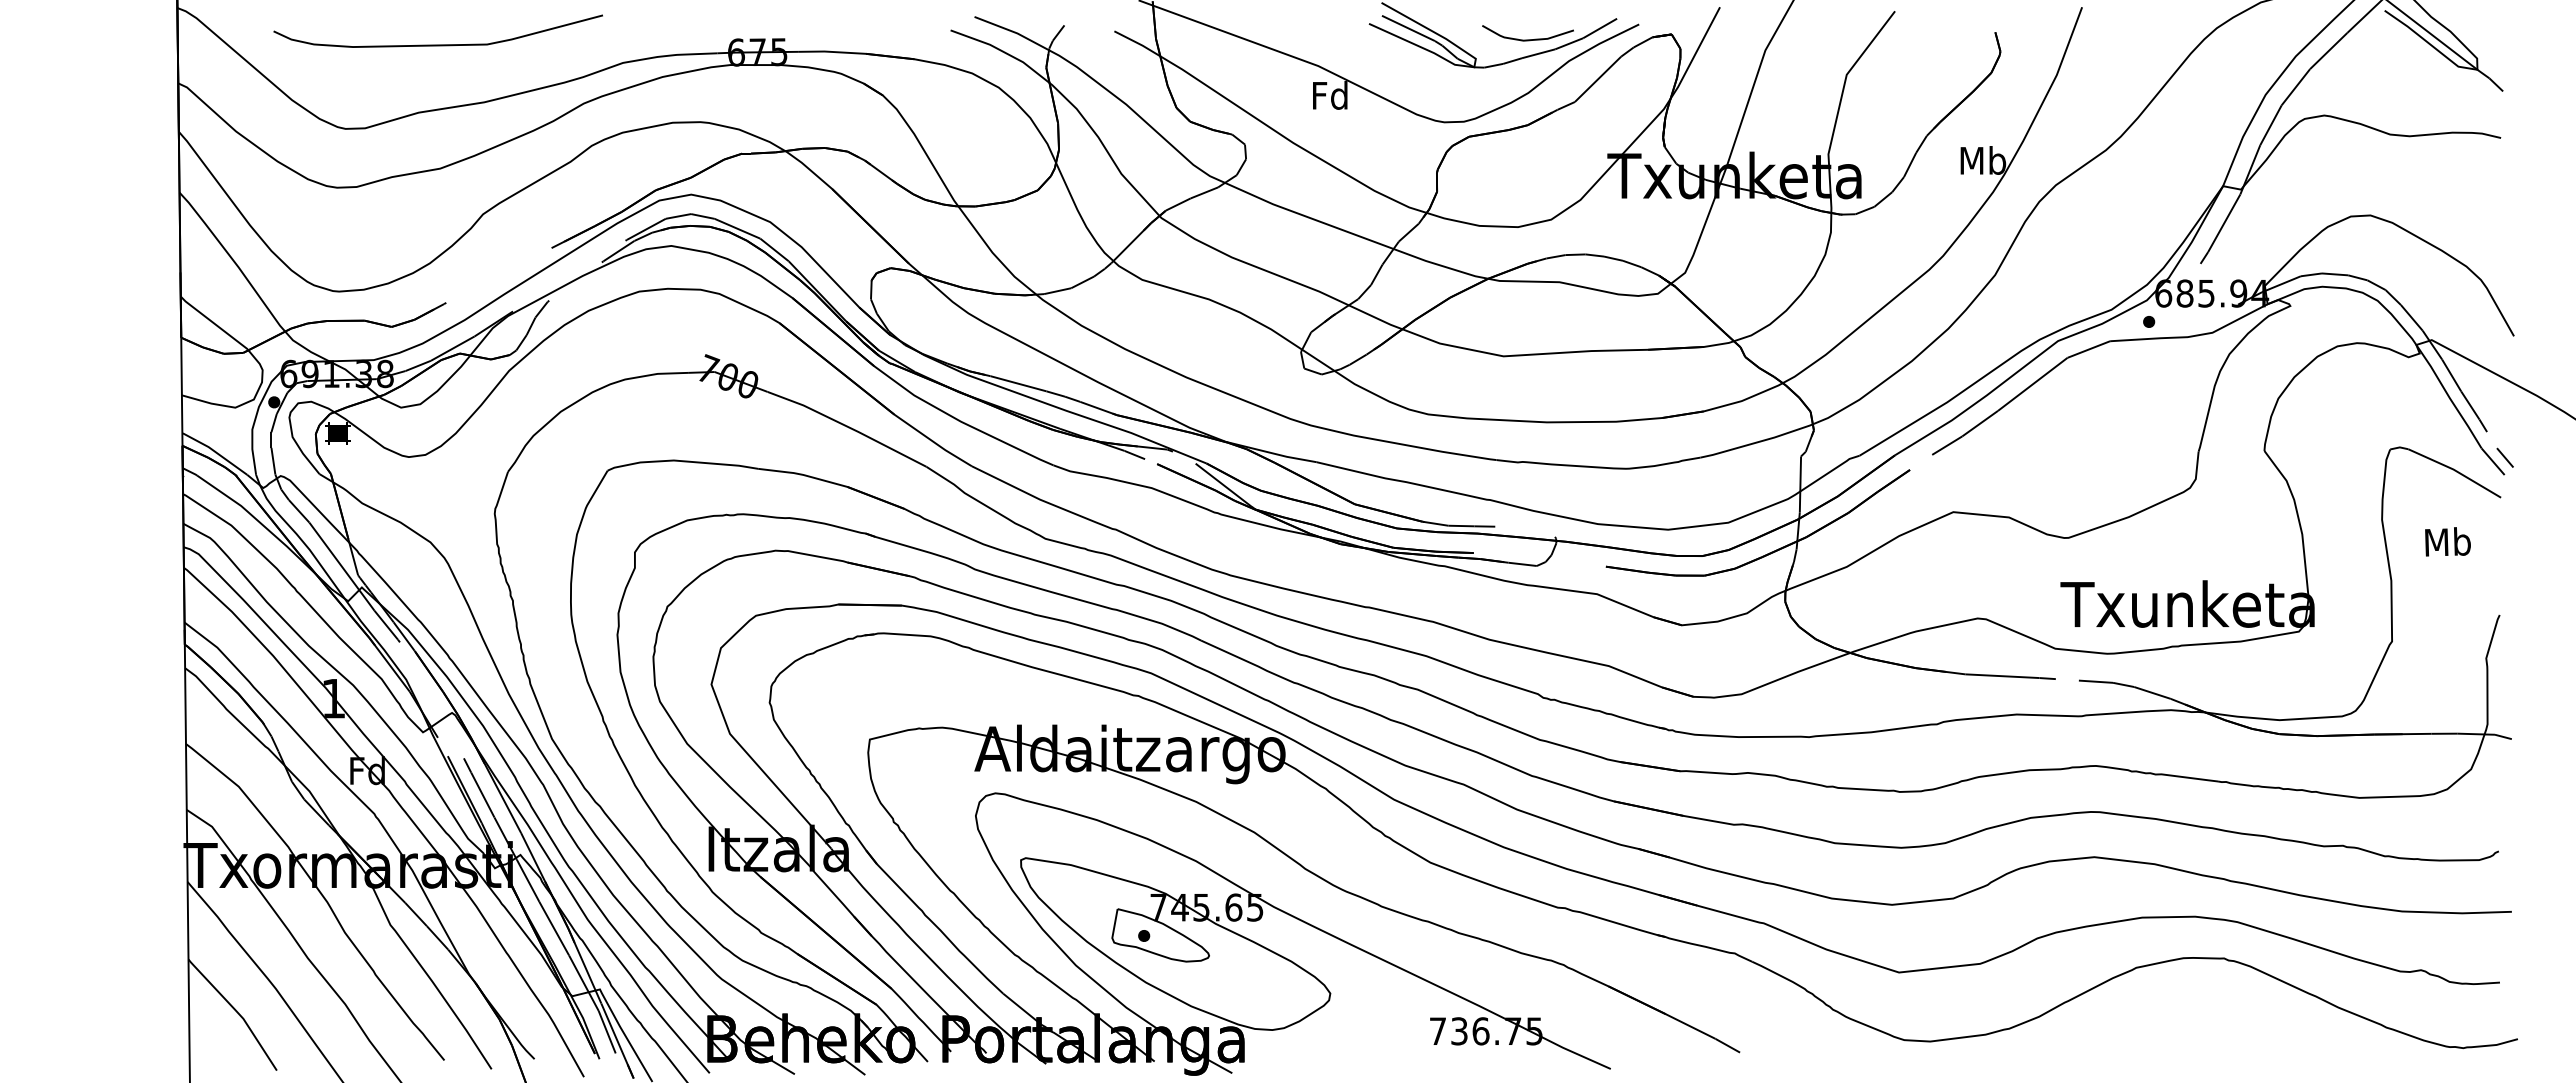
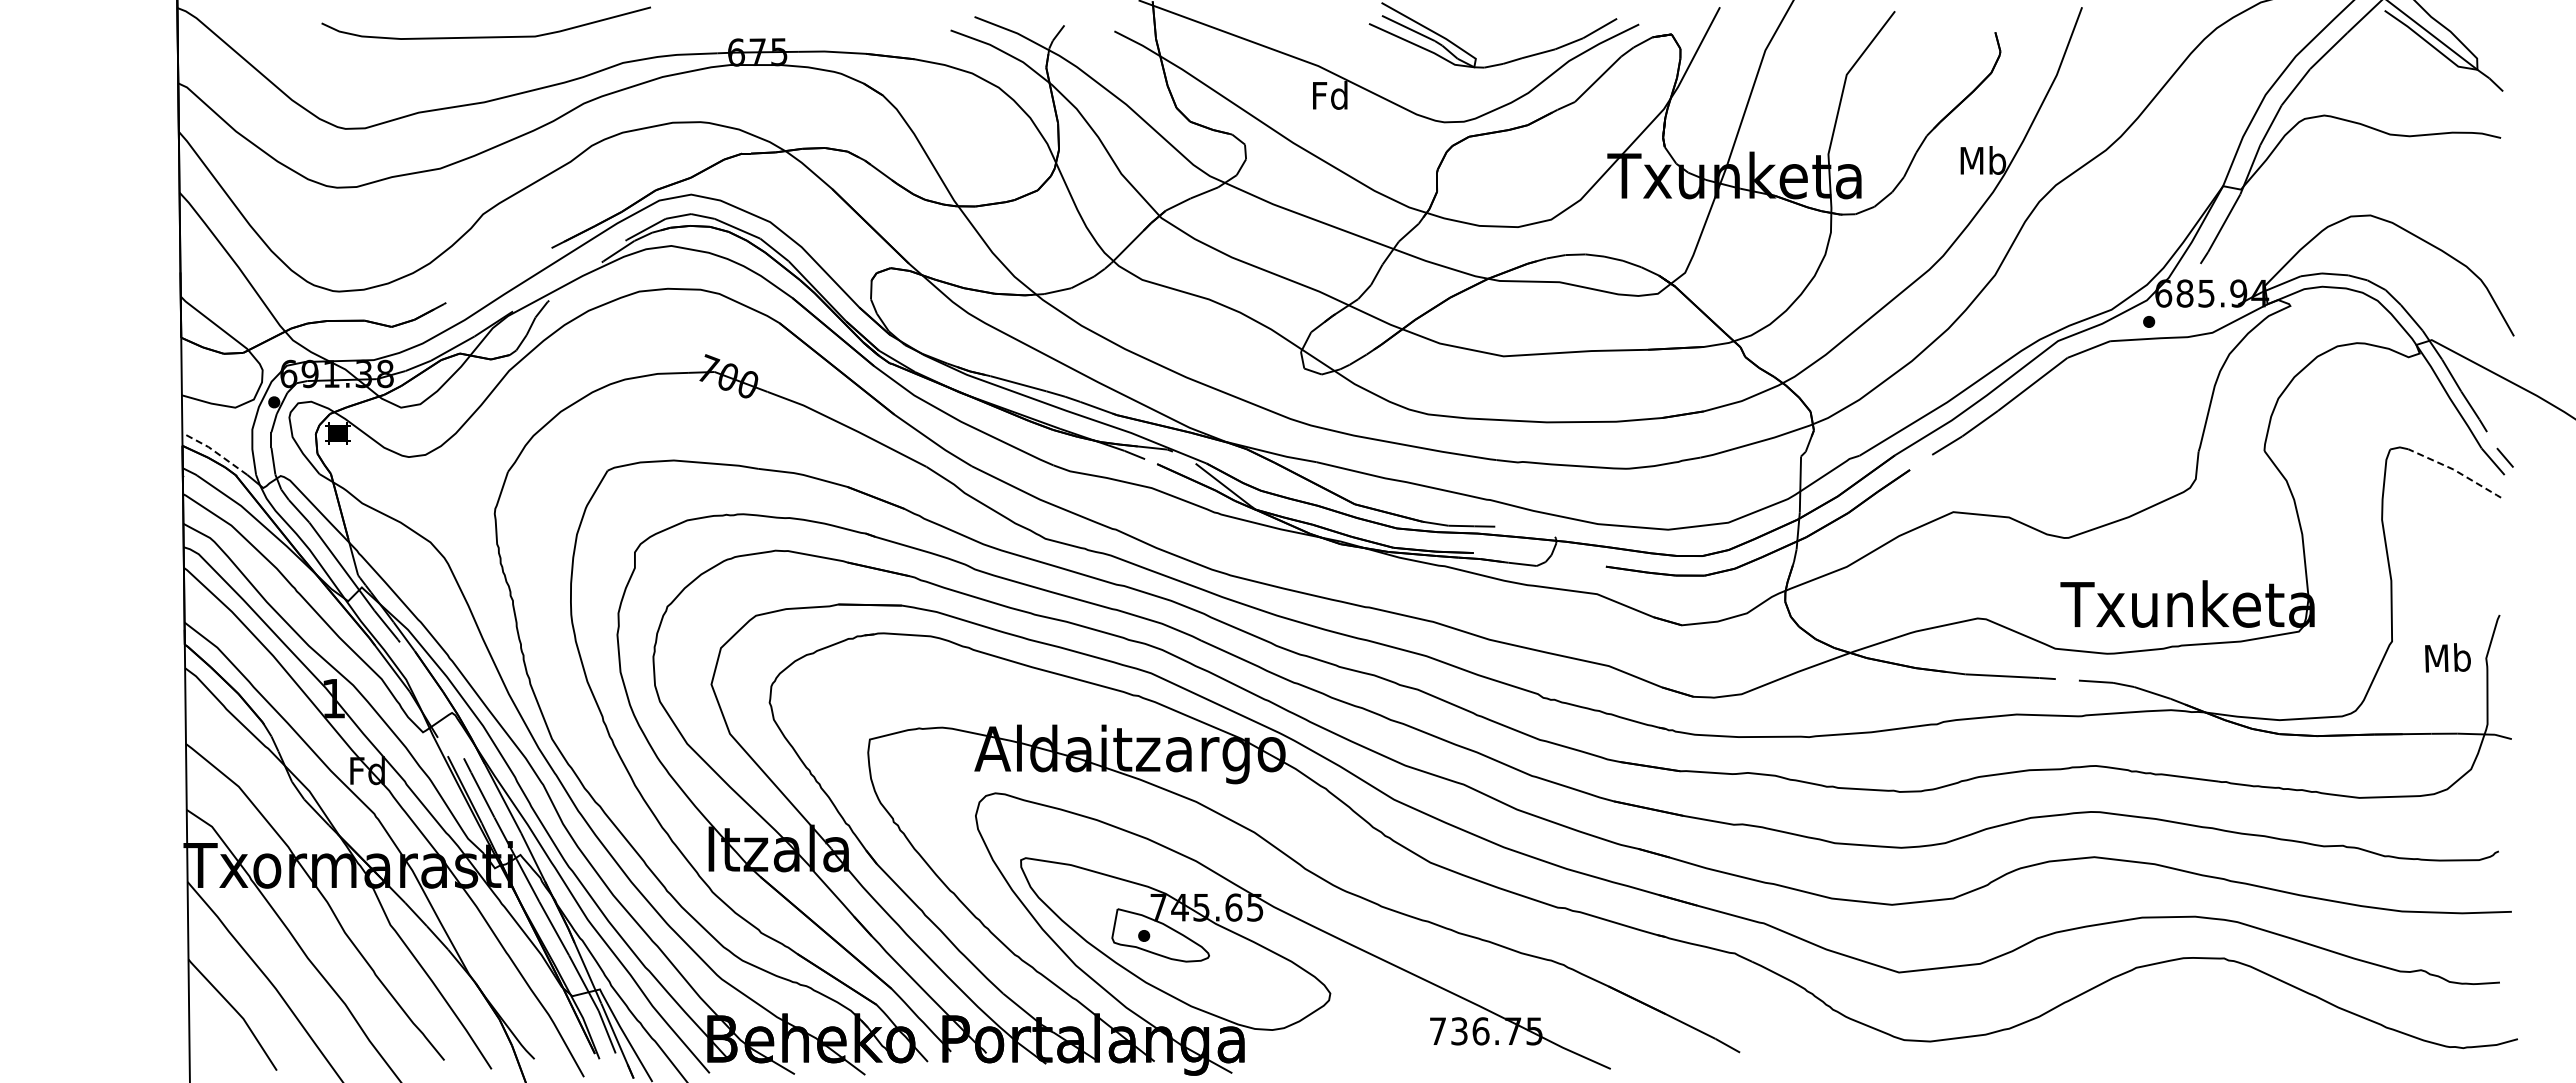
curve at (1527, 39): present -> none
curve at (437, 44) position: (437, 44) -> (485, 36)
line at (215, 451): solid -> dashed
line at (2456, 471): solid -> dashed
text at (2447, 541) position: (2447, 541) -> (2447, 657)
